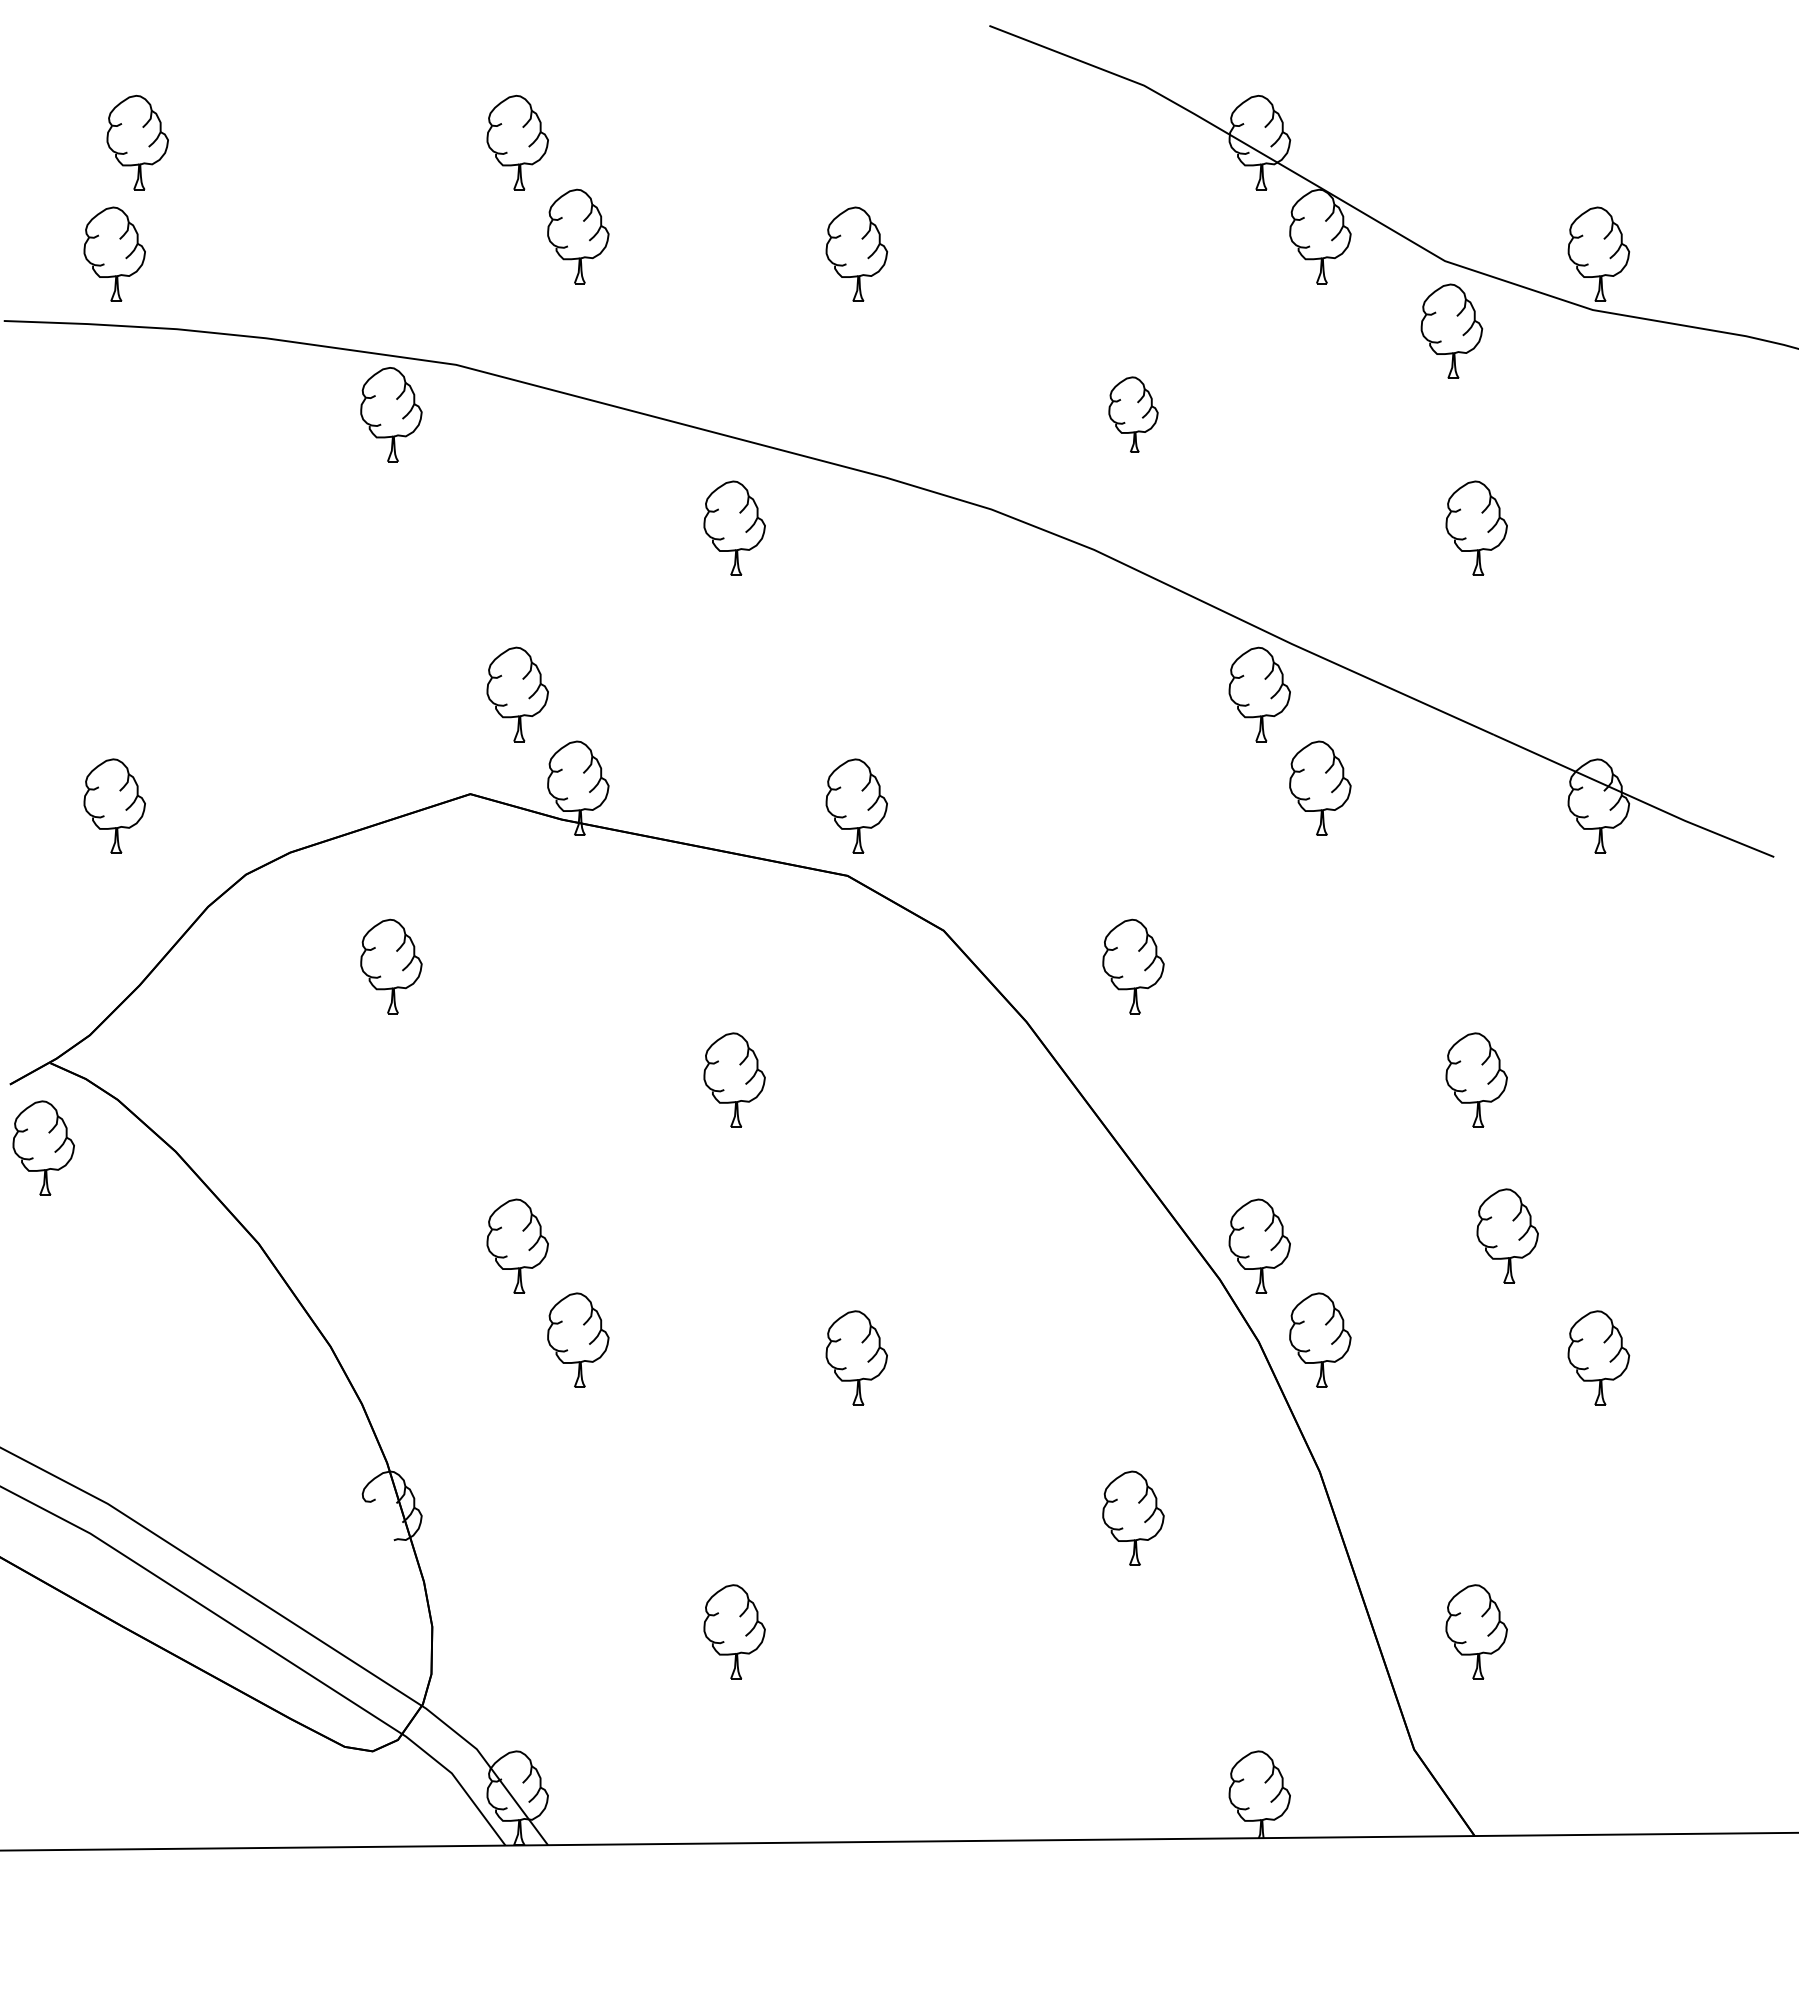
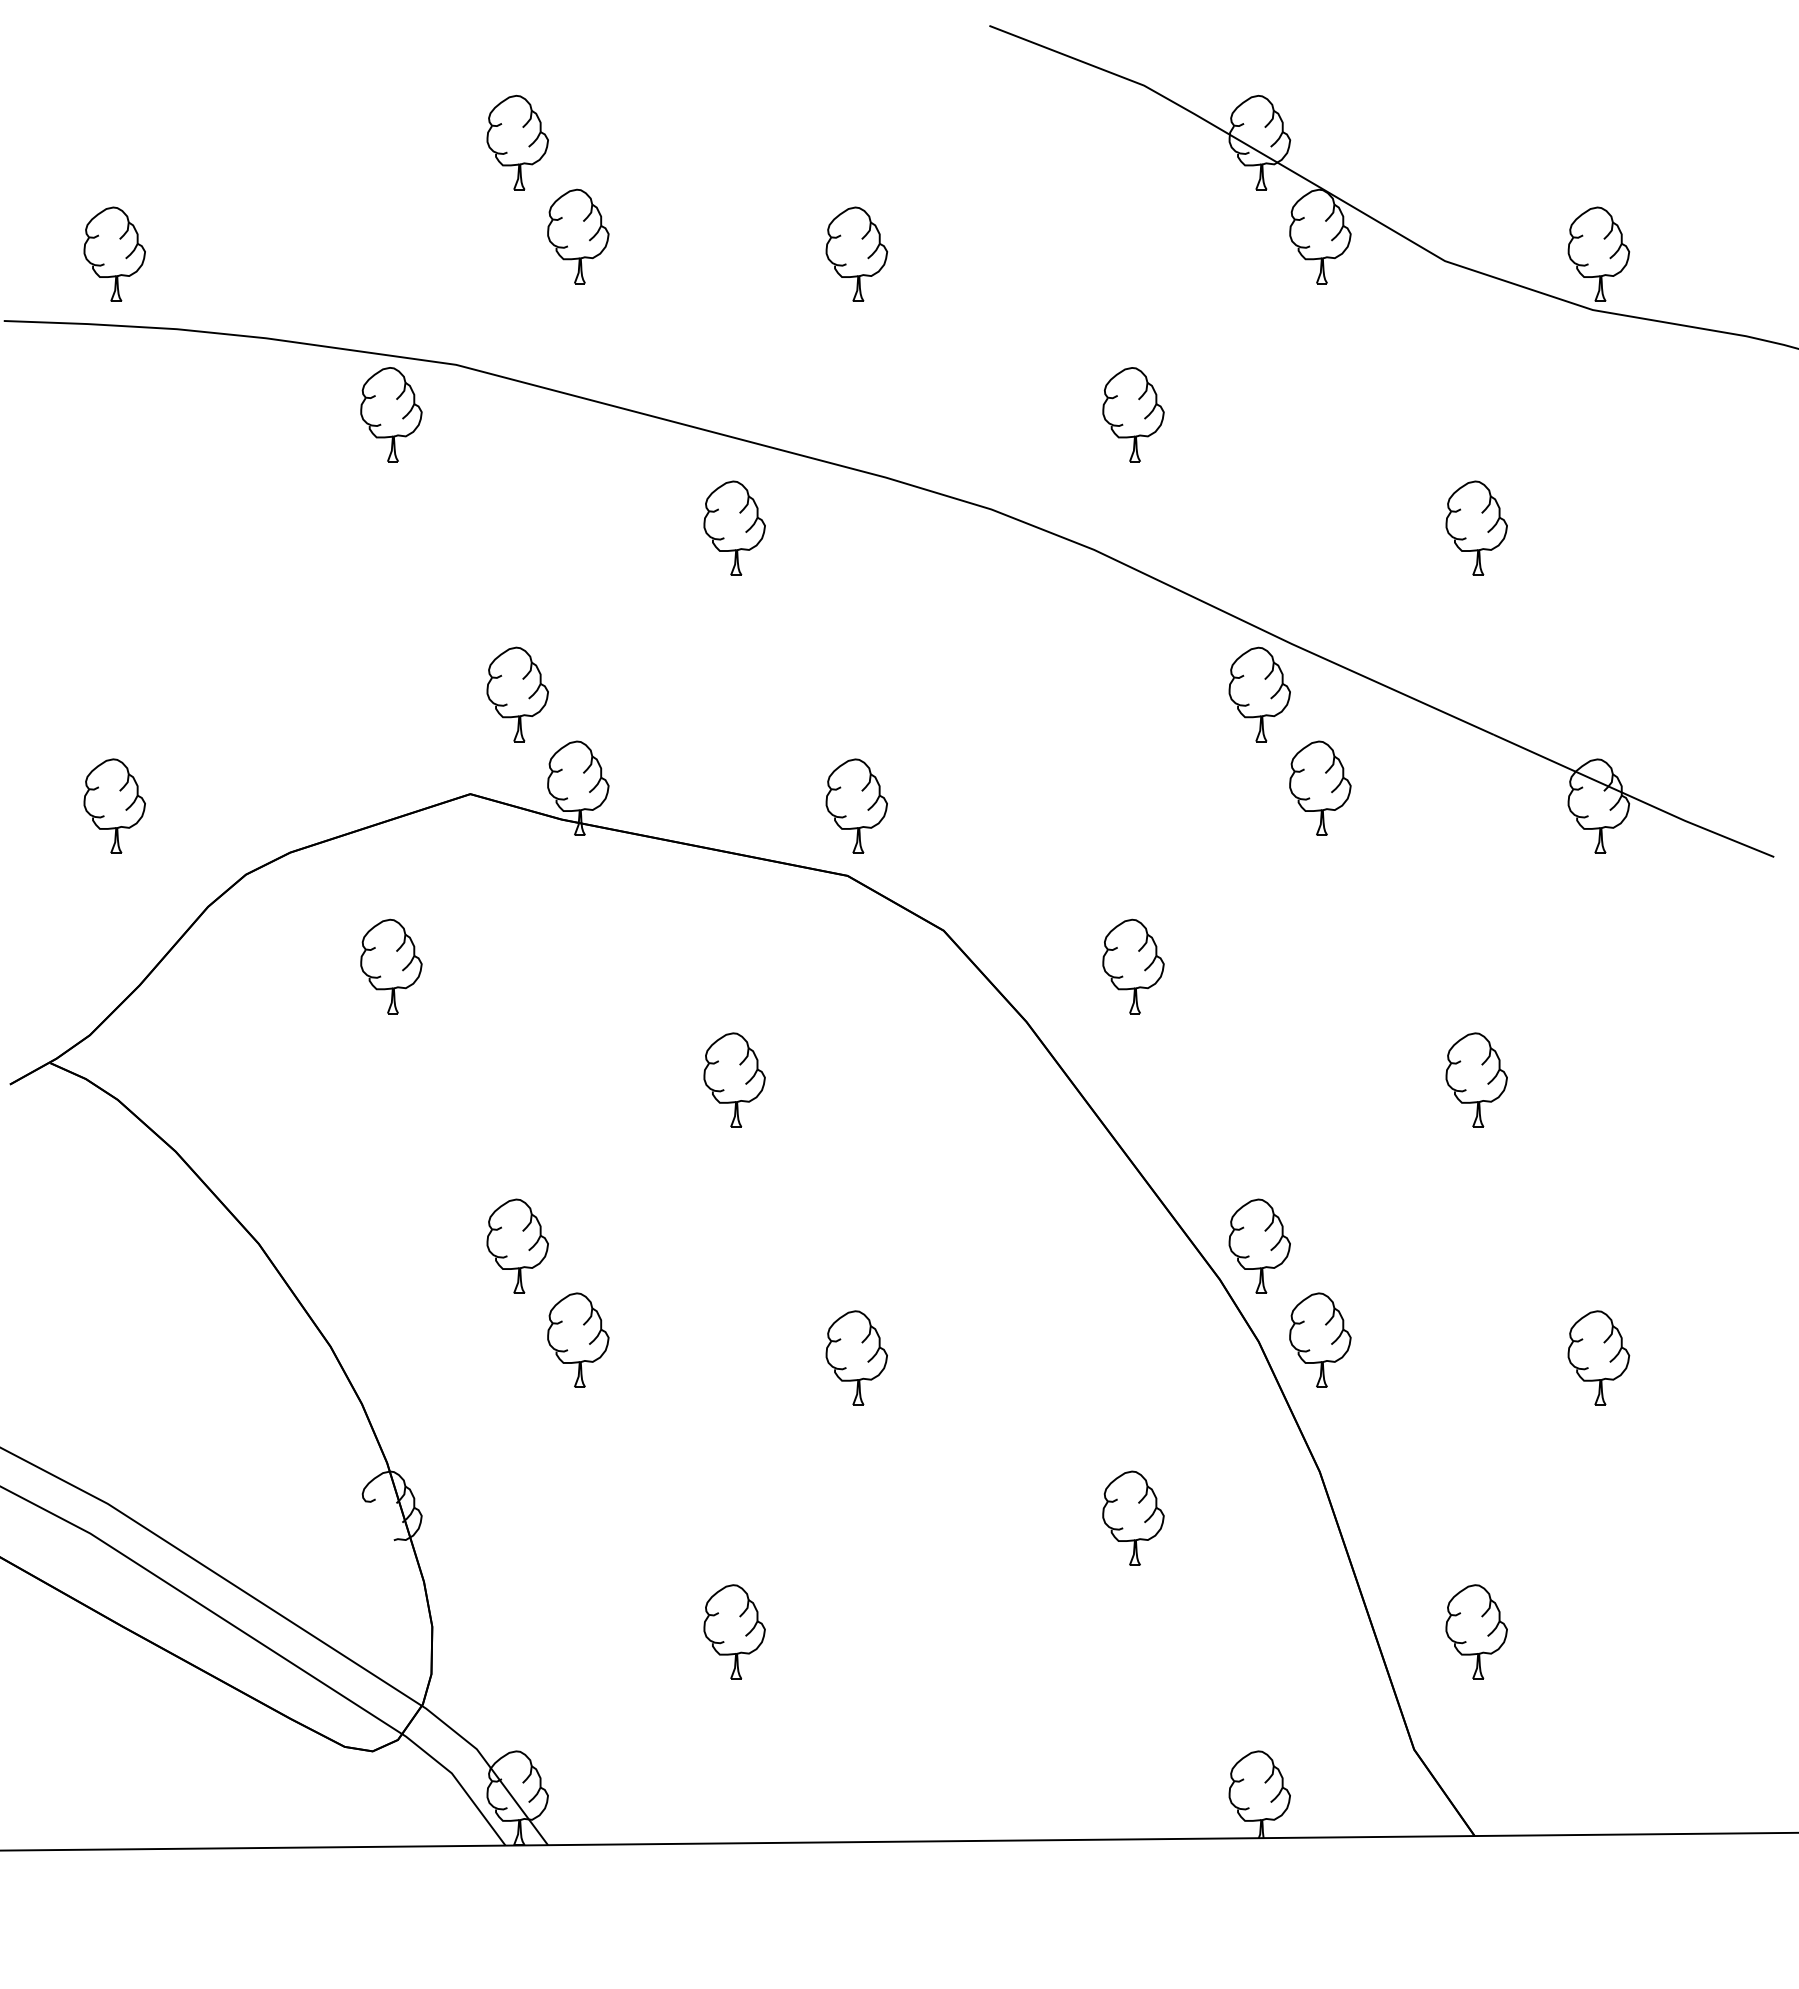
part at (137, 142): present -> none
part at (1451, 330): present -> none
part at (1133, 414) size: 51x77 px -> 63x96 px
part at (43, 1147): present -> none
part at (1507, 1235): present -> none
